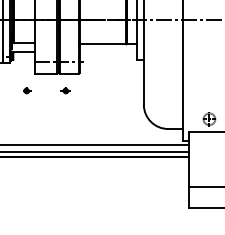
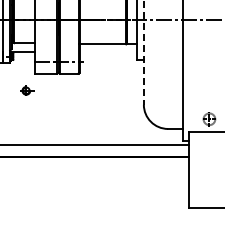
line at (143, 52): solid -> dashed
part at (27, 90) size: 9x8 px -> 15x11 px
part at (65, 90): present -> none
line at (95, 152): present -> none
line at (205, 187): present -> none
